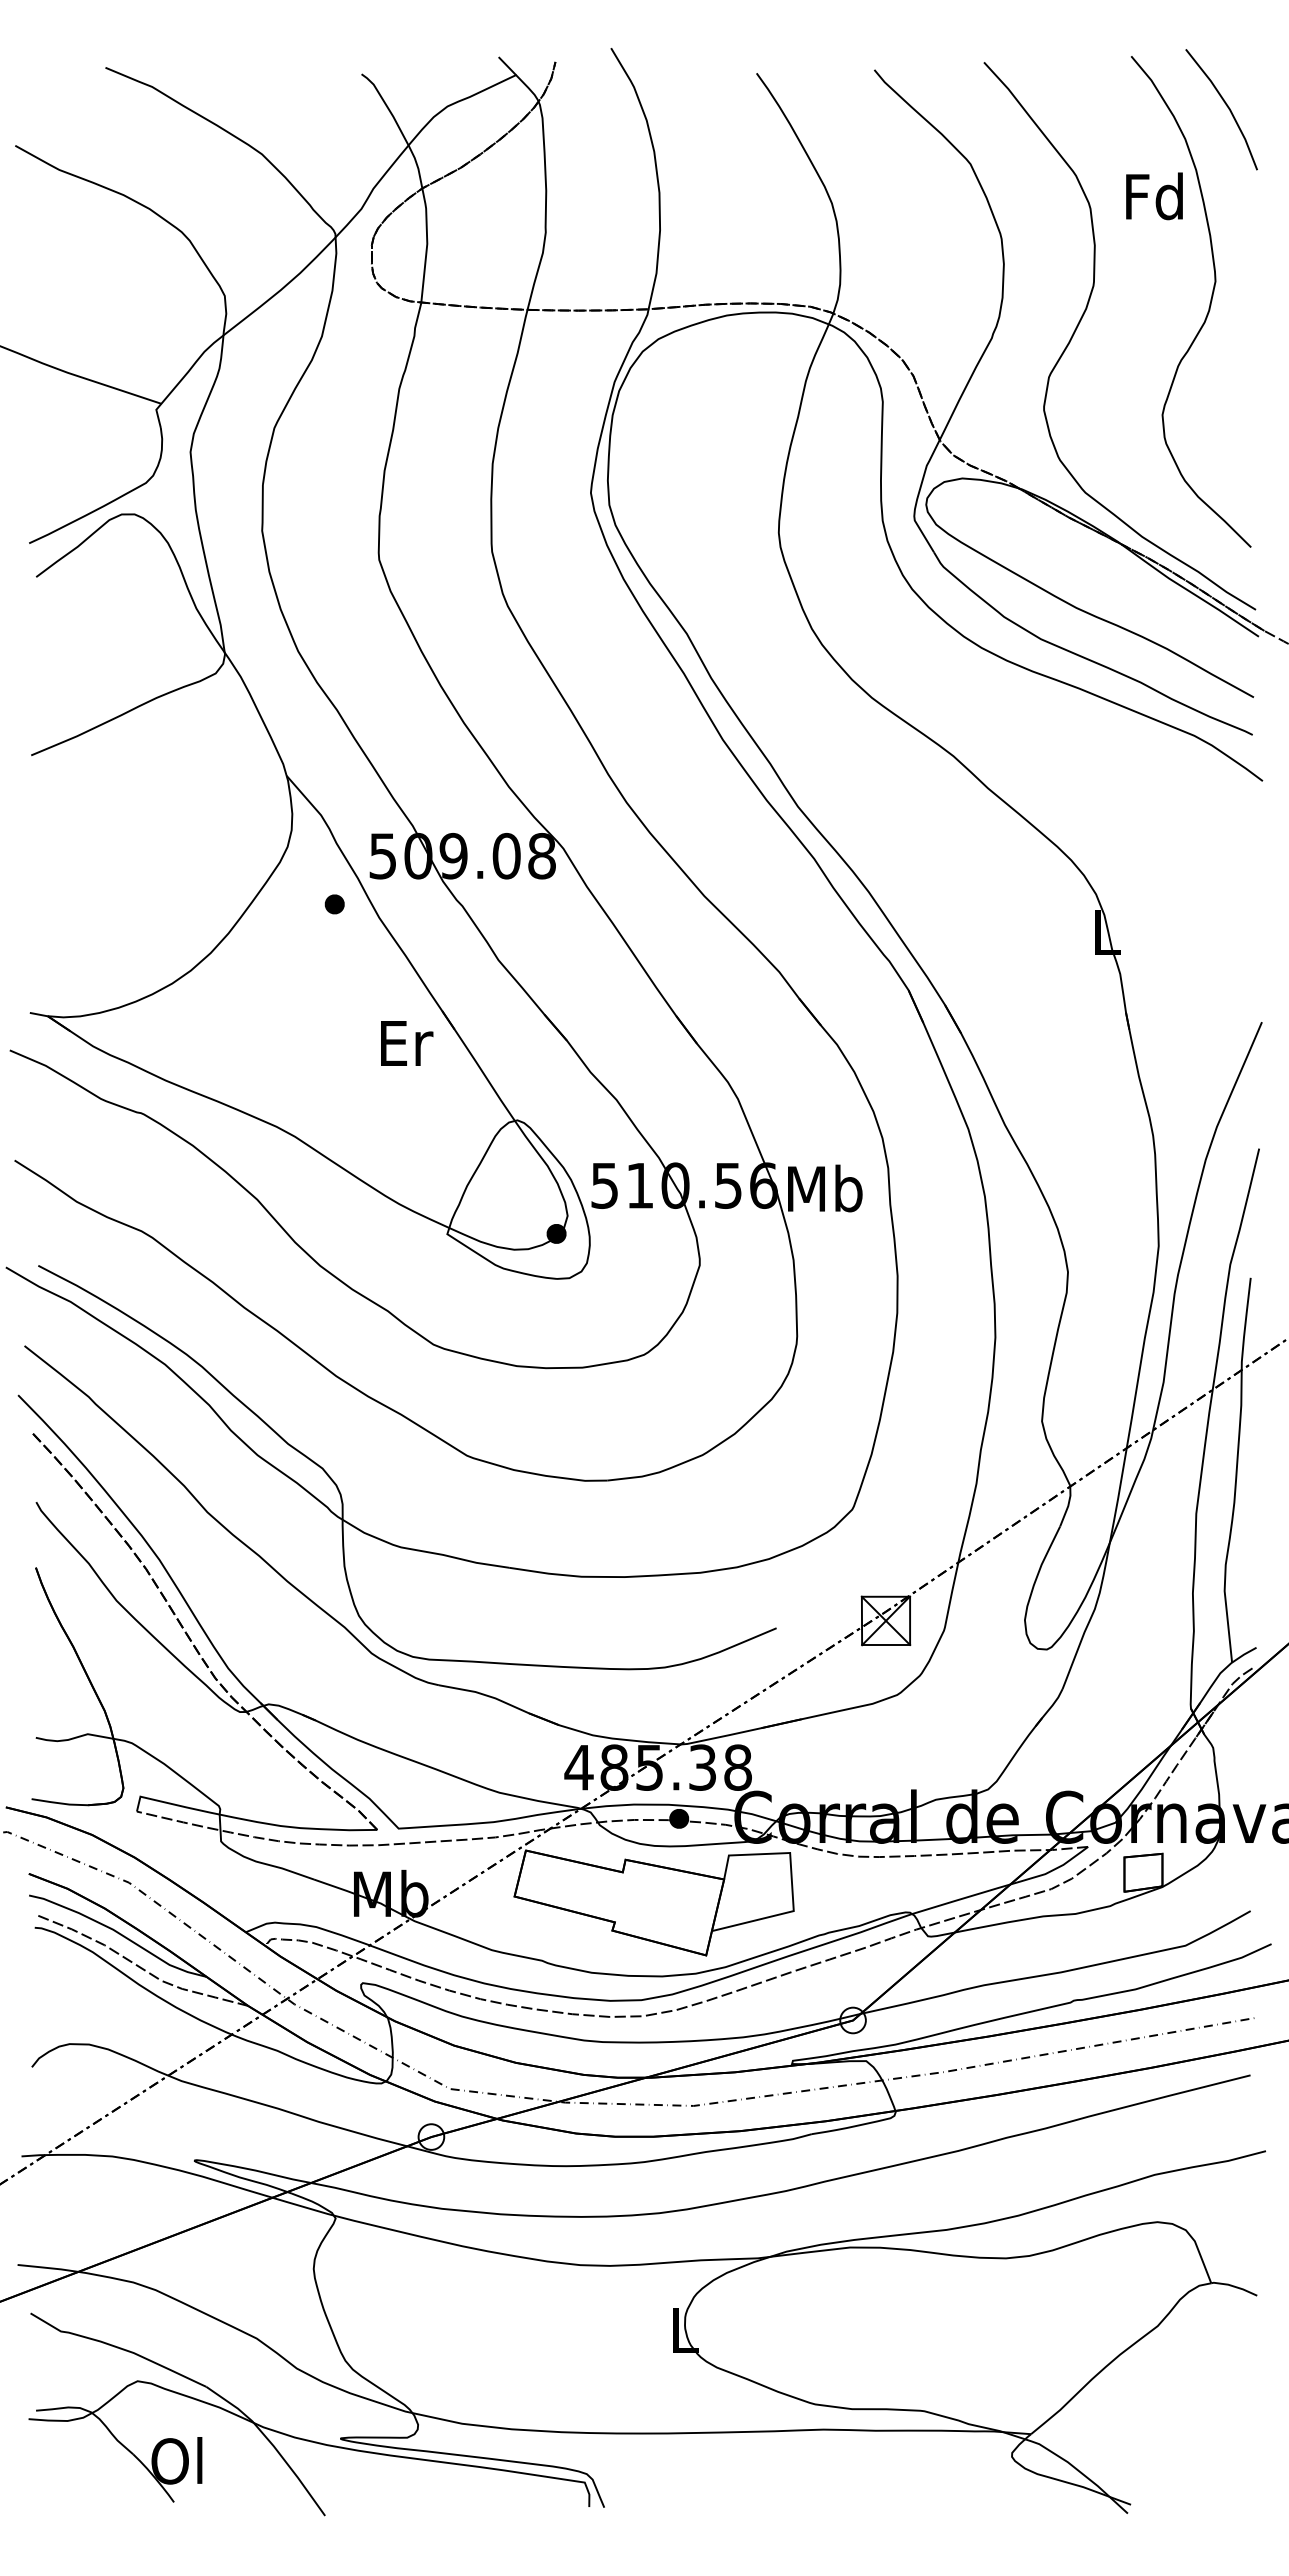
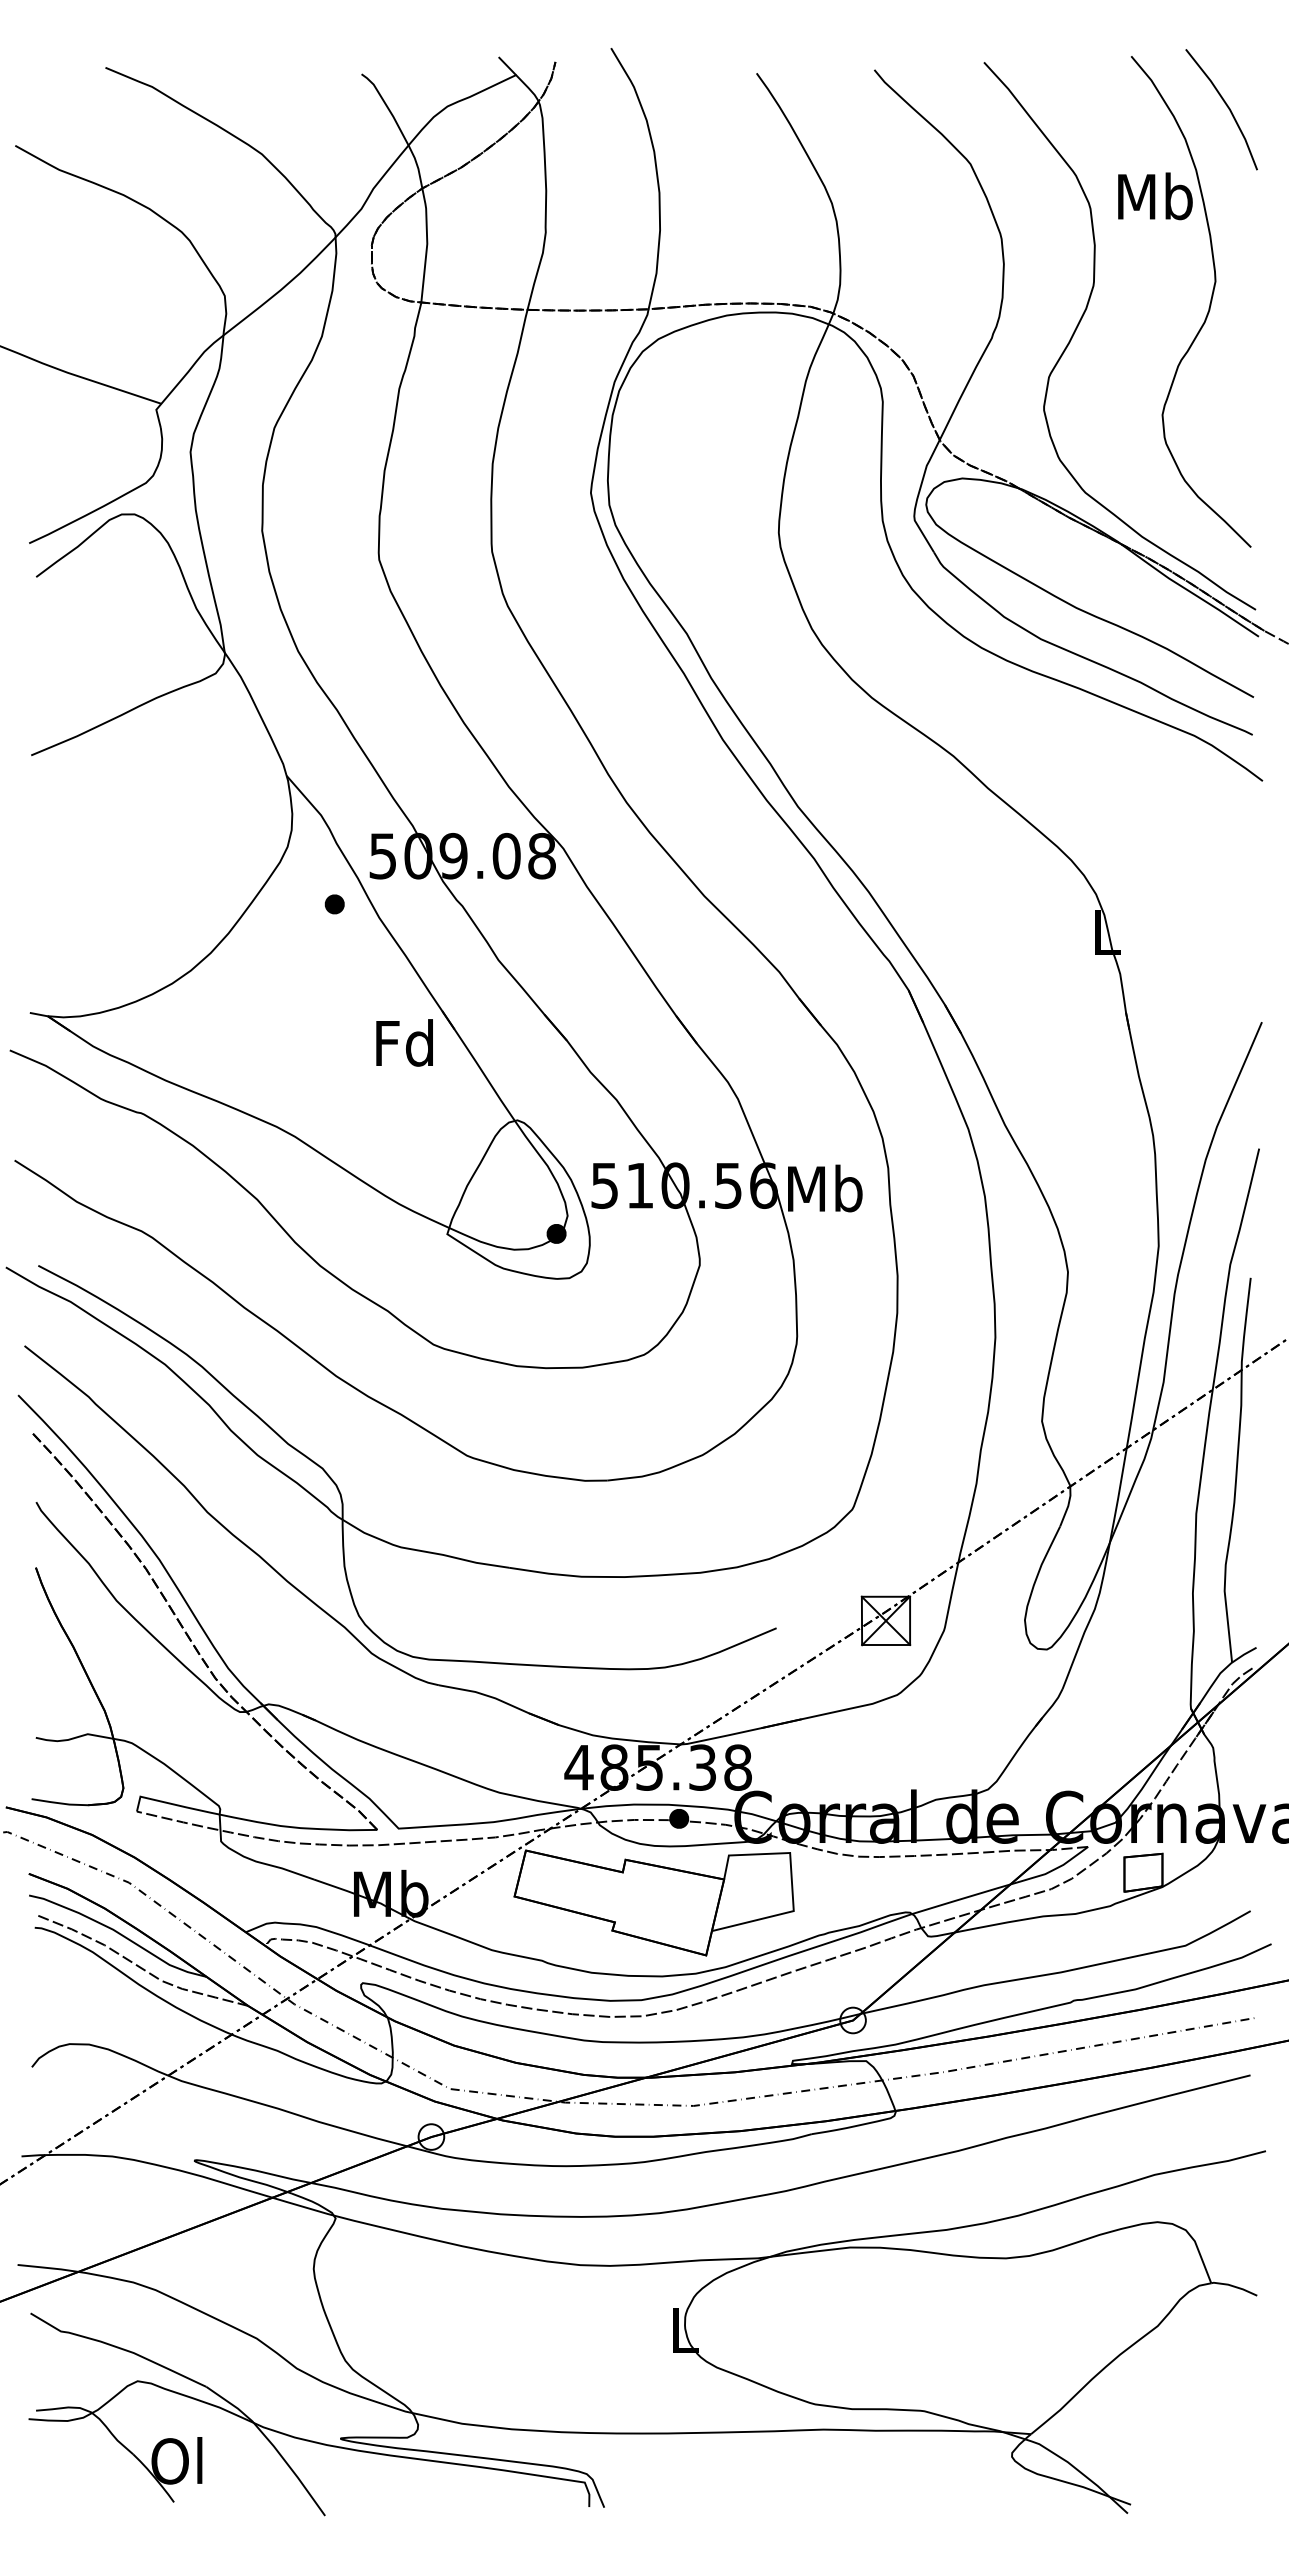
text at (1155, 196): Fd -> Mb
text at (404, 1042): Er -> Fd
